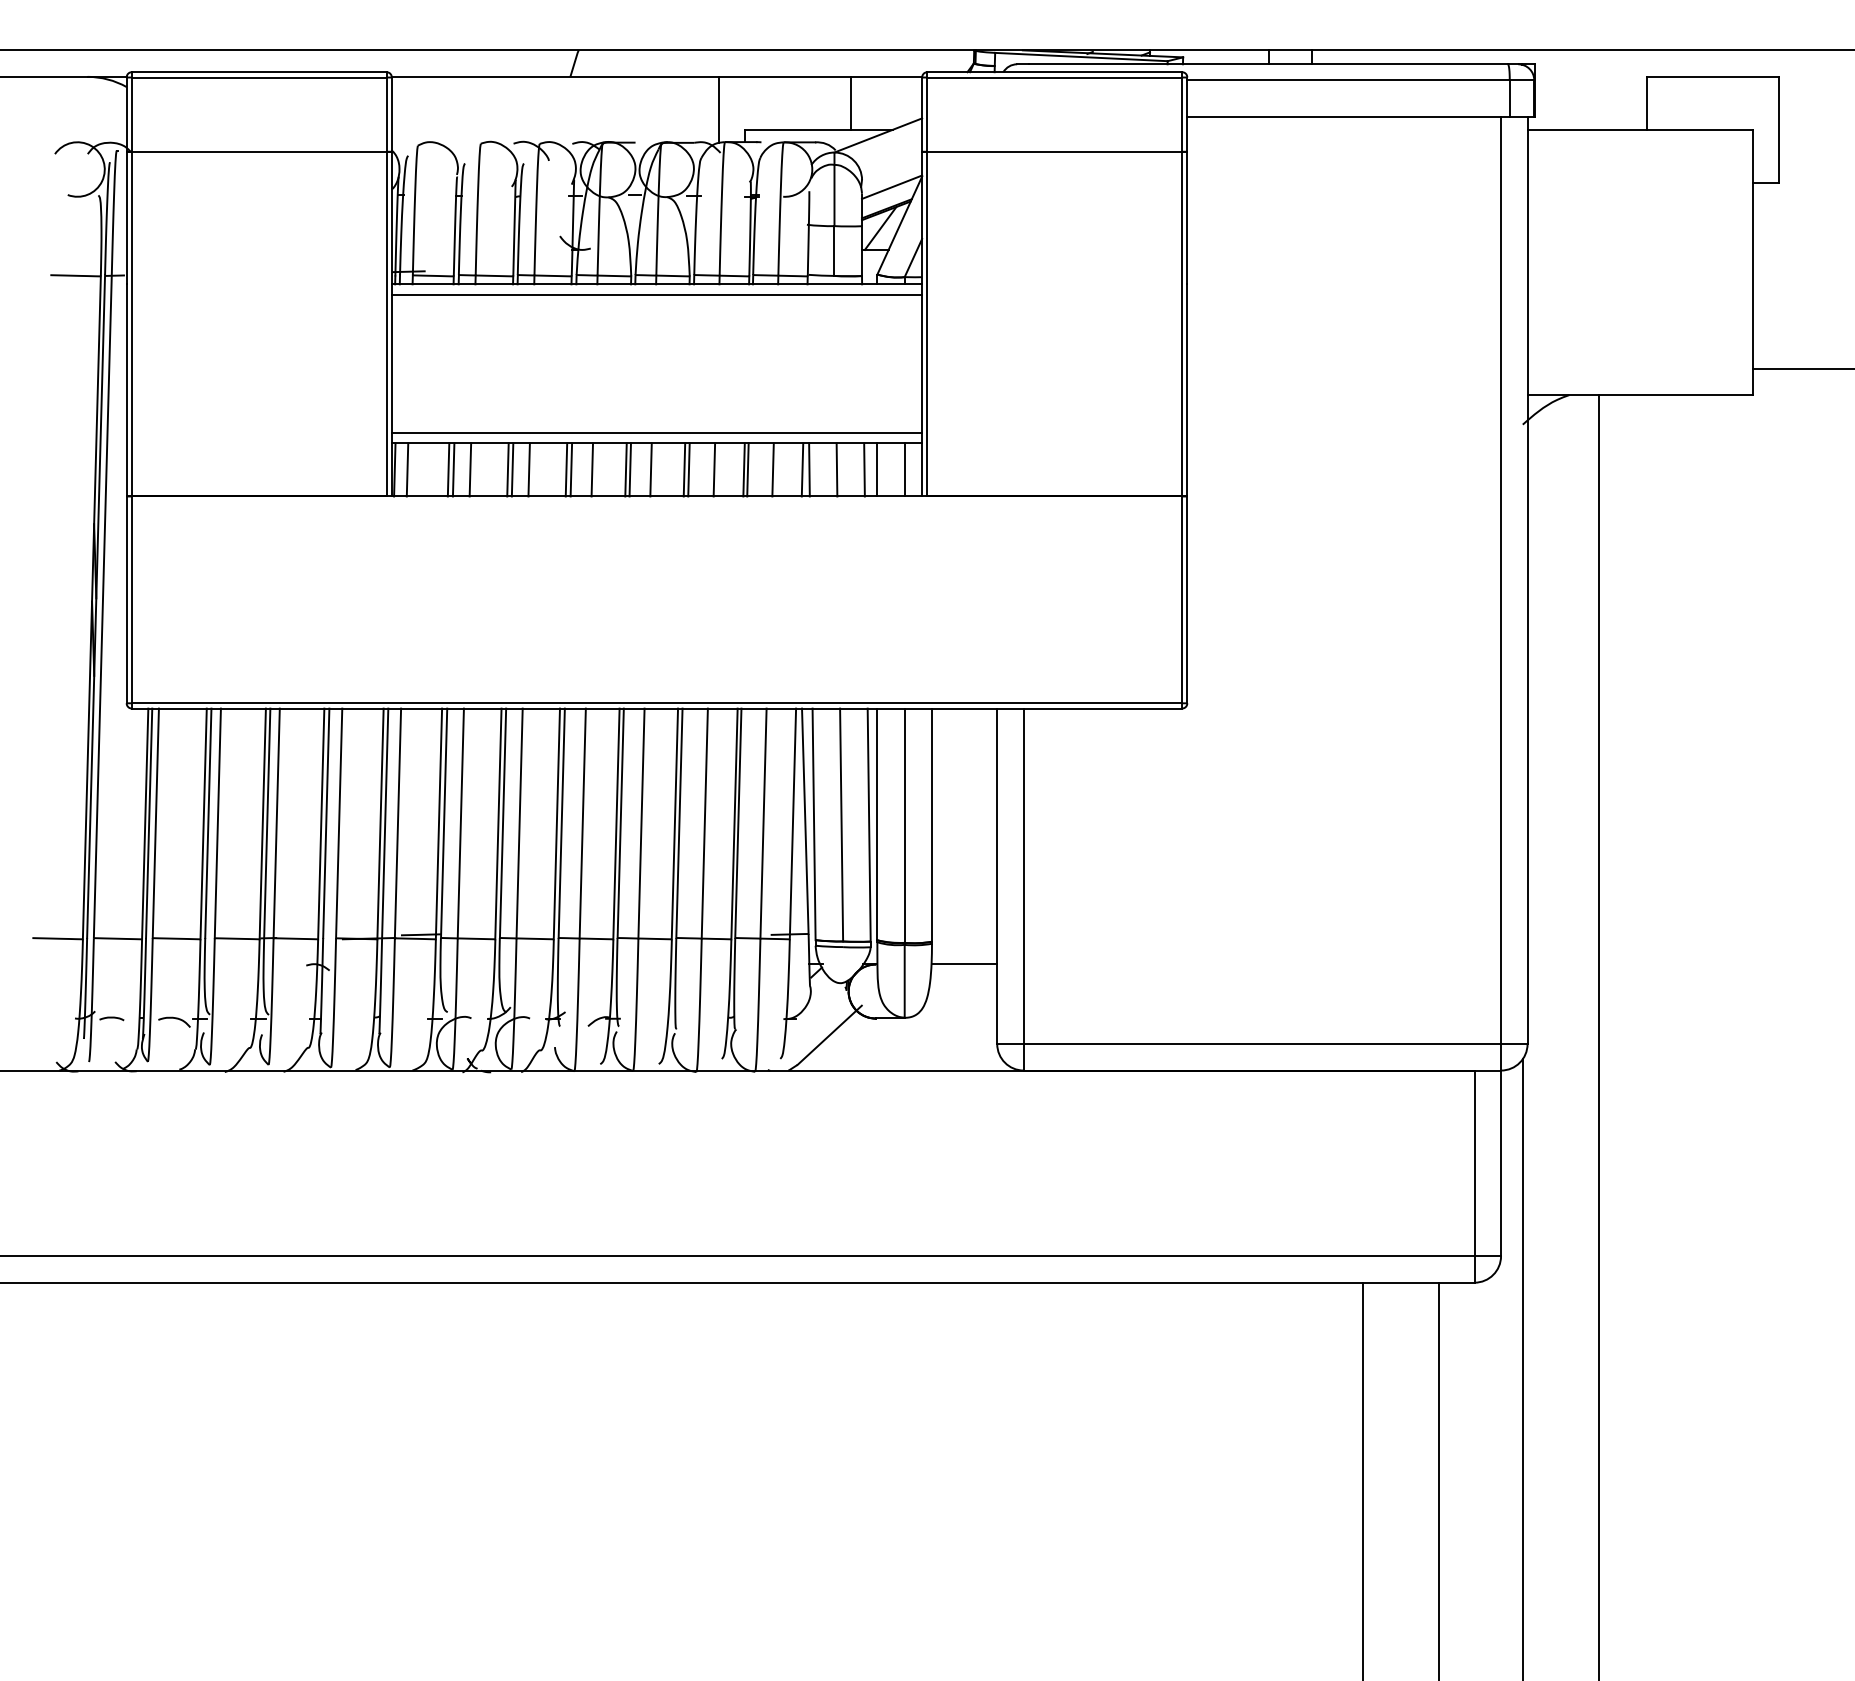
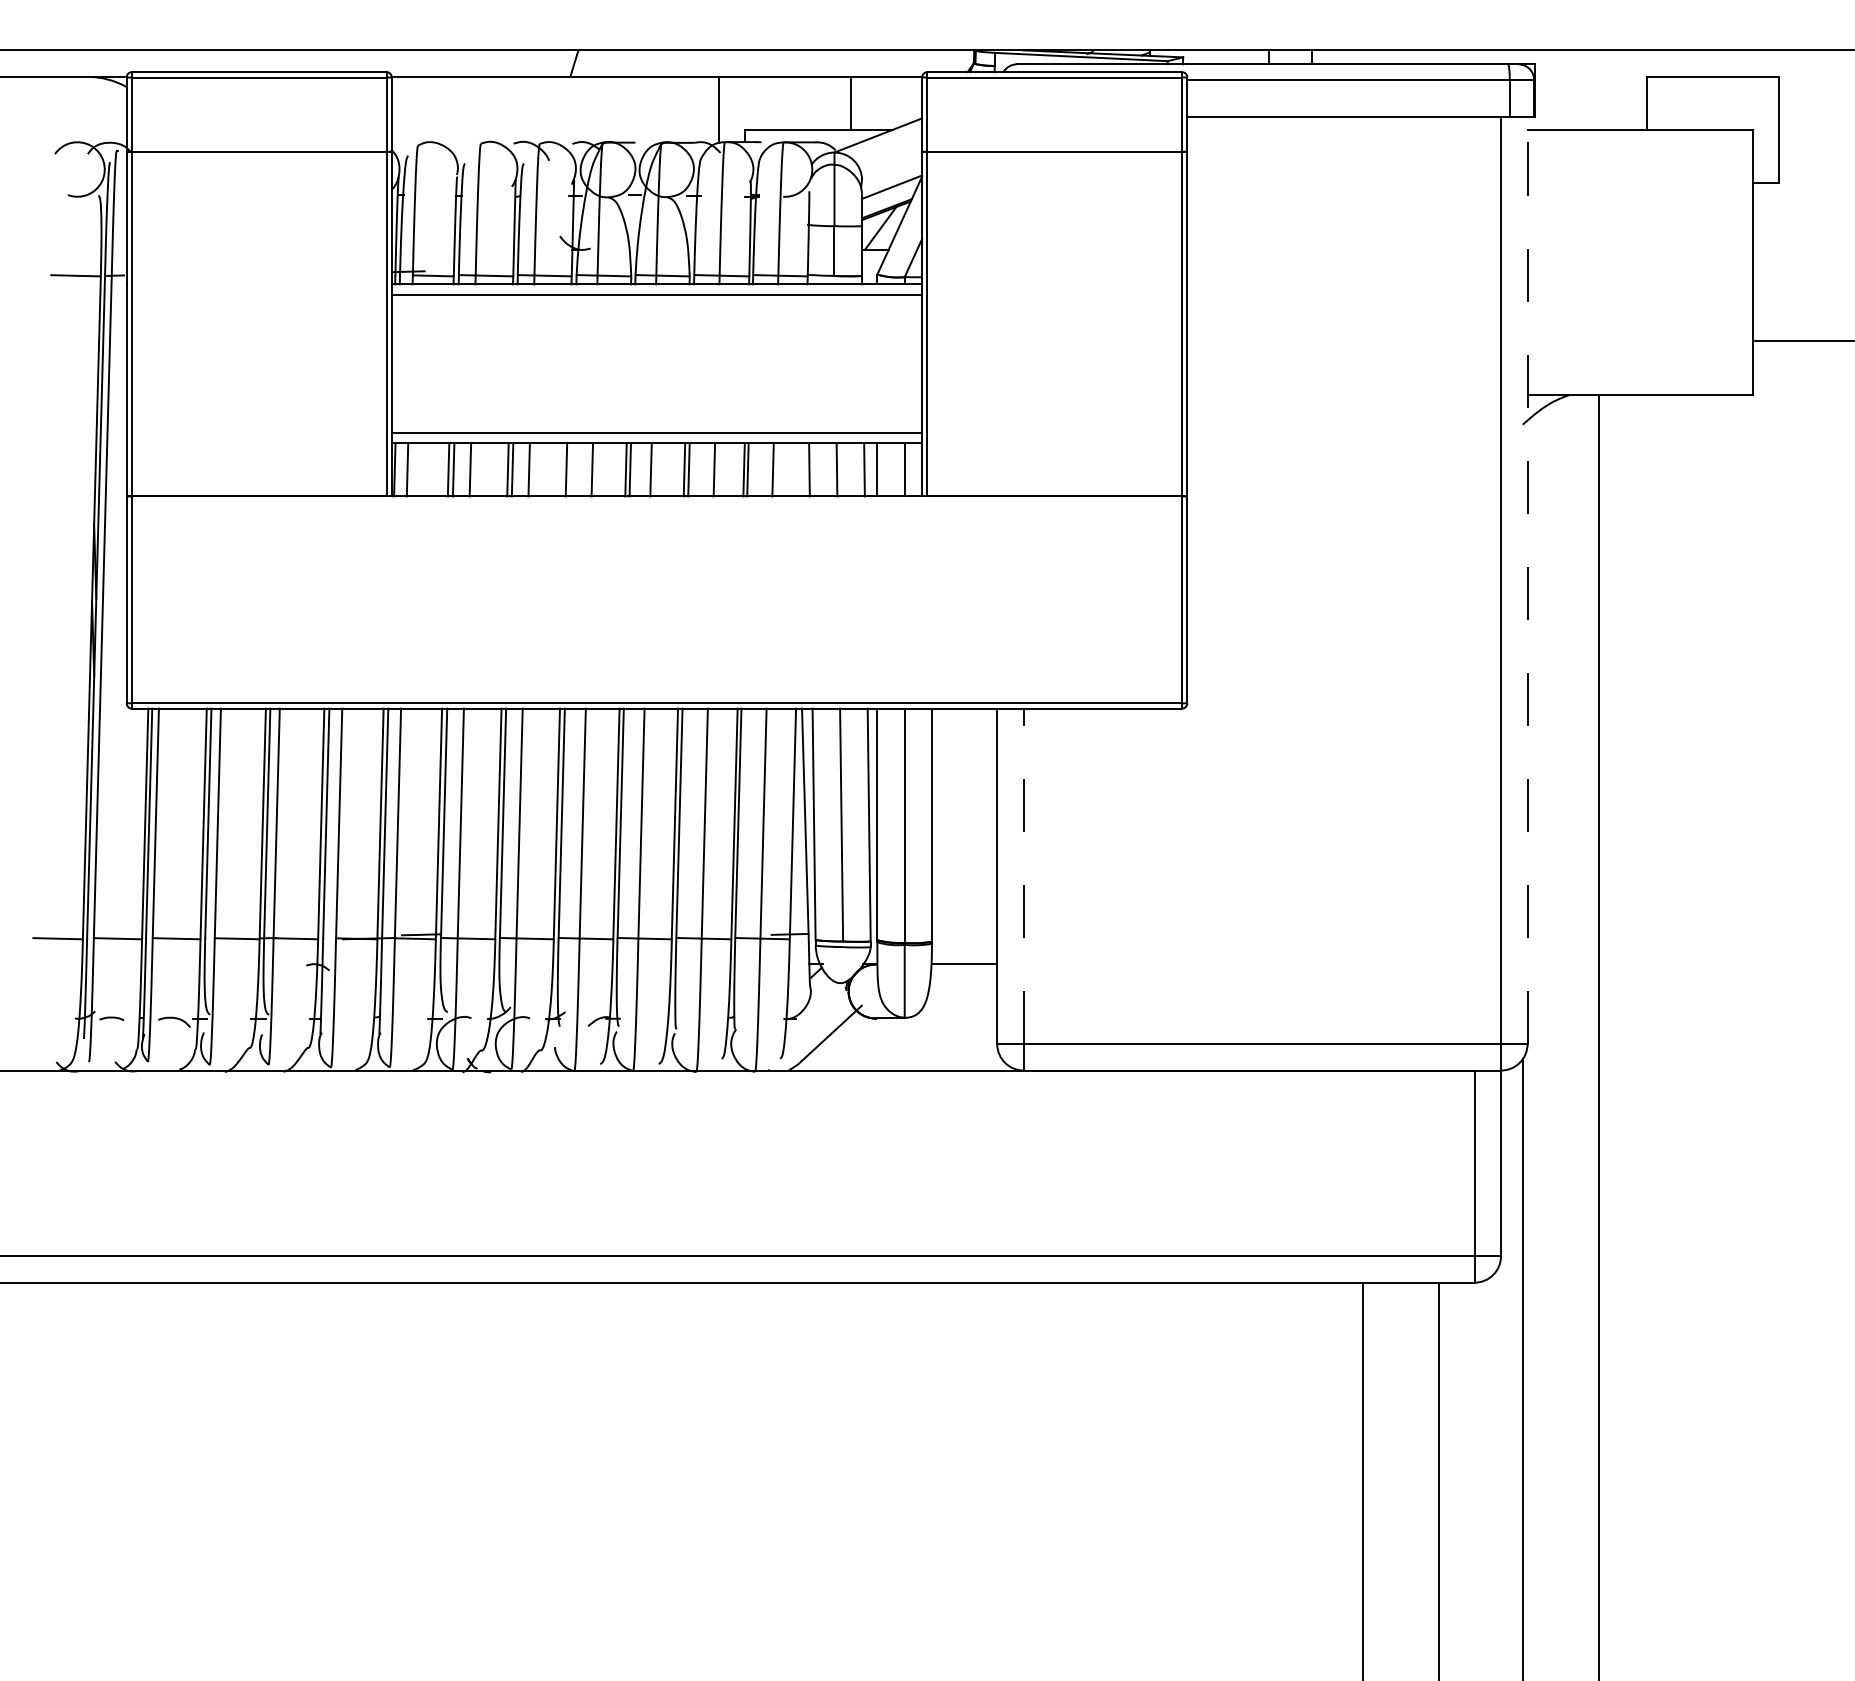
line at (1801, 368) position: (1801, 368) -> (1801, 340)
line at (571, 469): present -> none
line at (802, 469): present -> none
line at (1527, 580): solid -> dashed
line at (1023, 876): solid -> dashed
